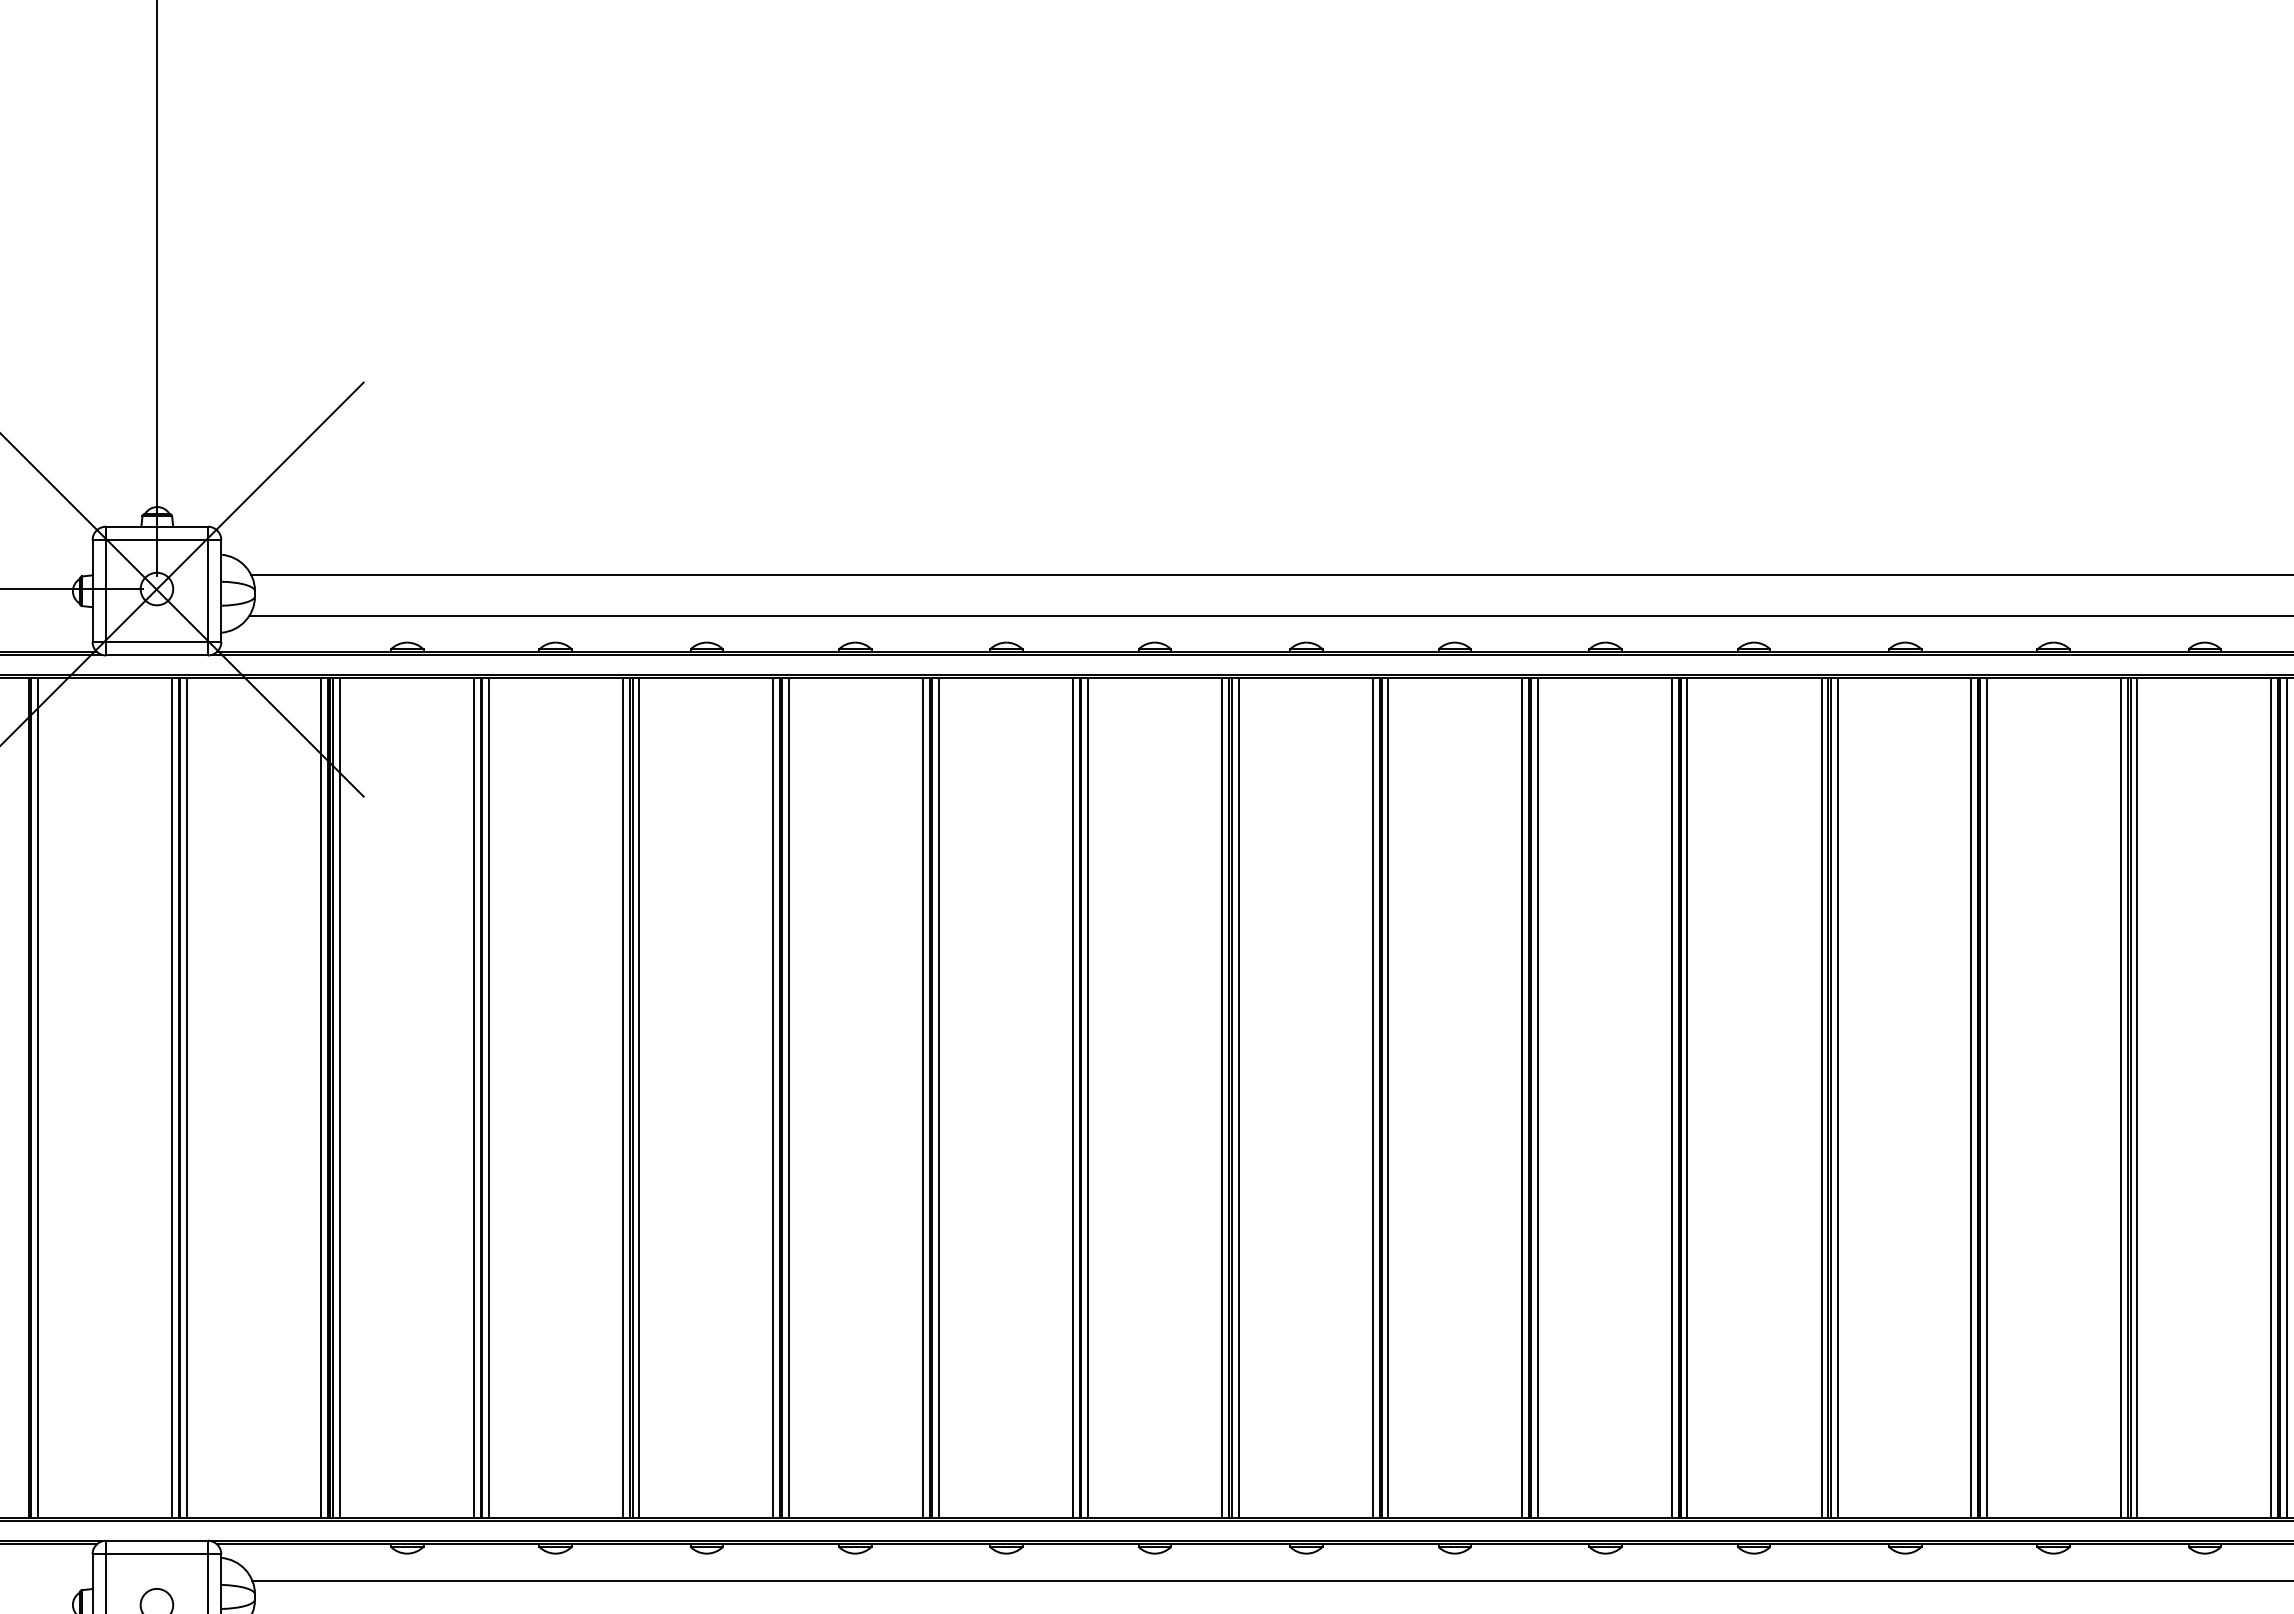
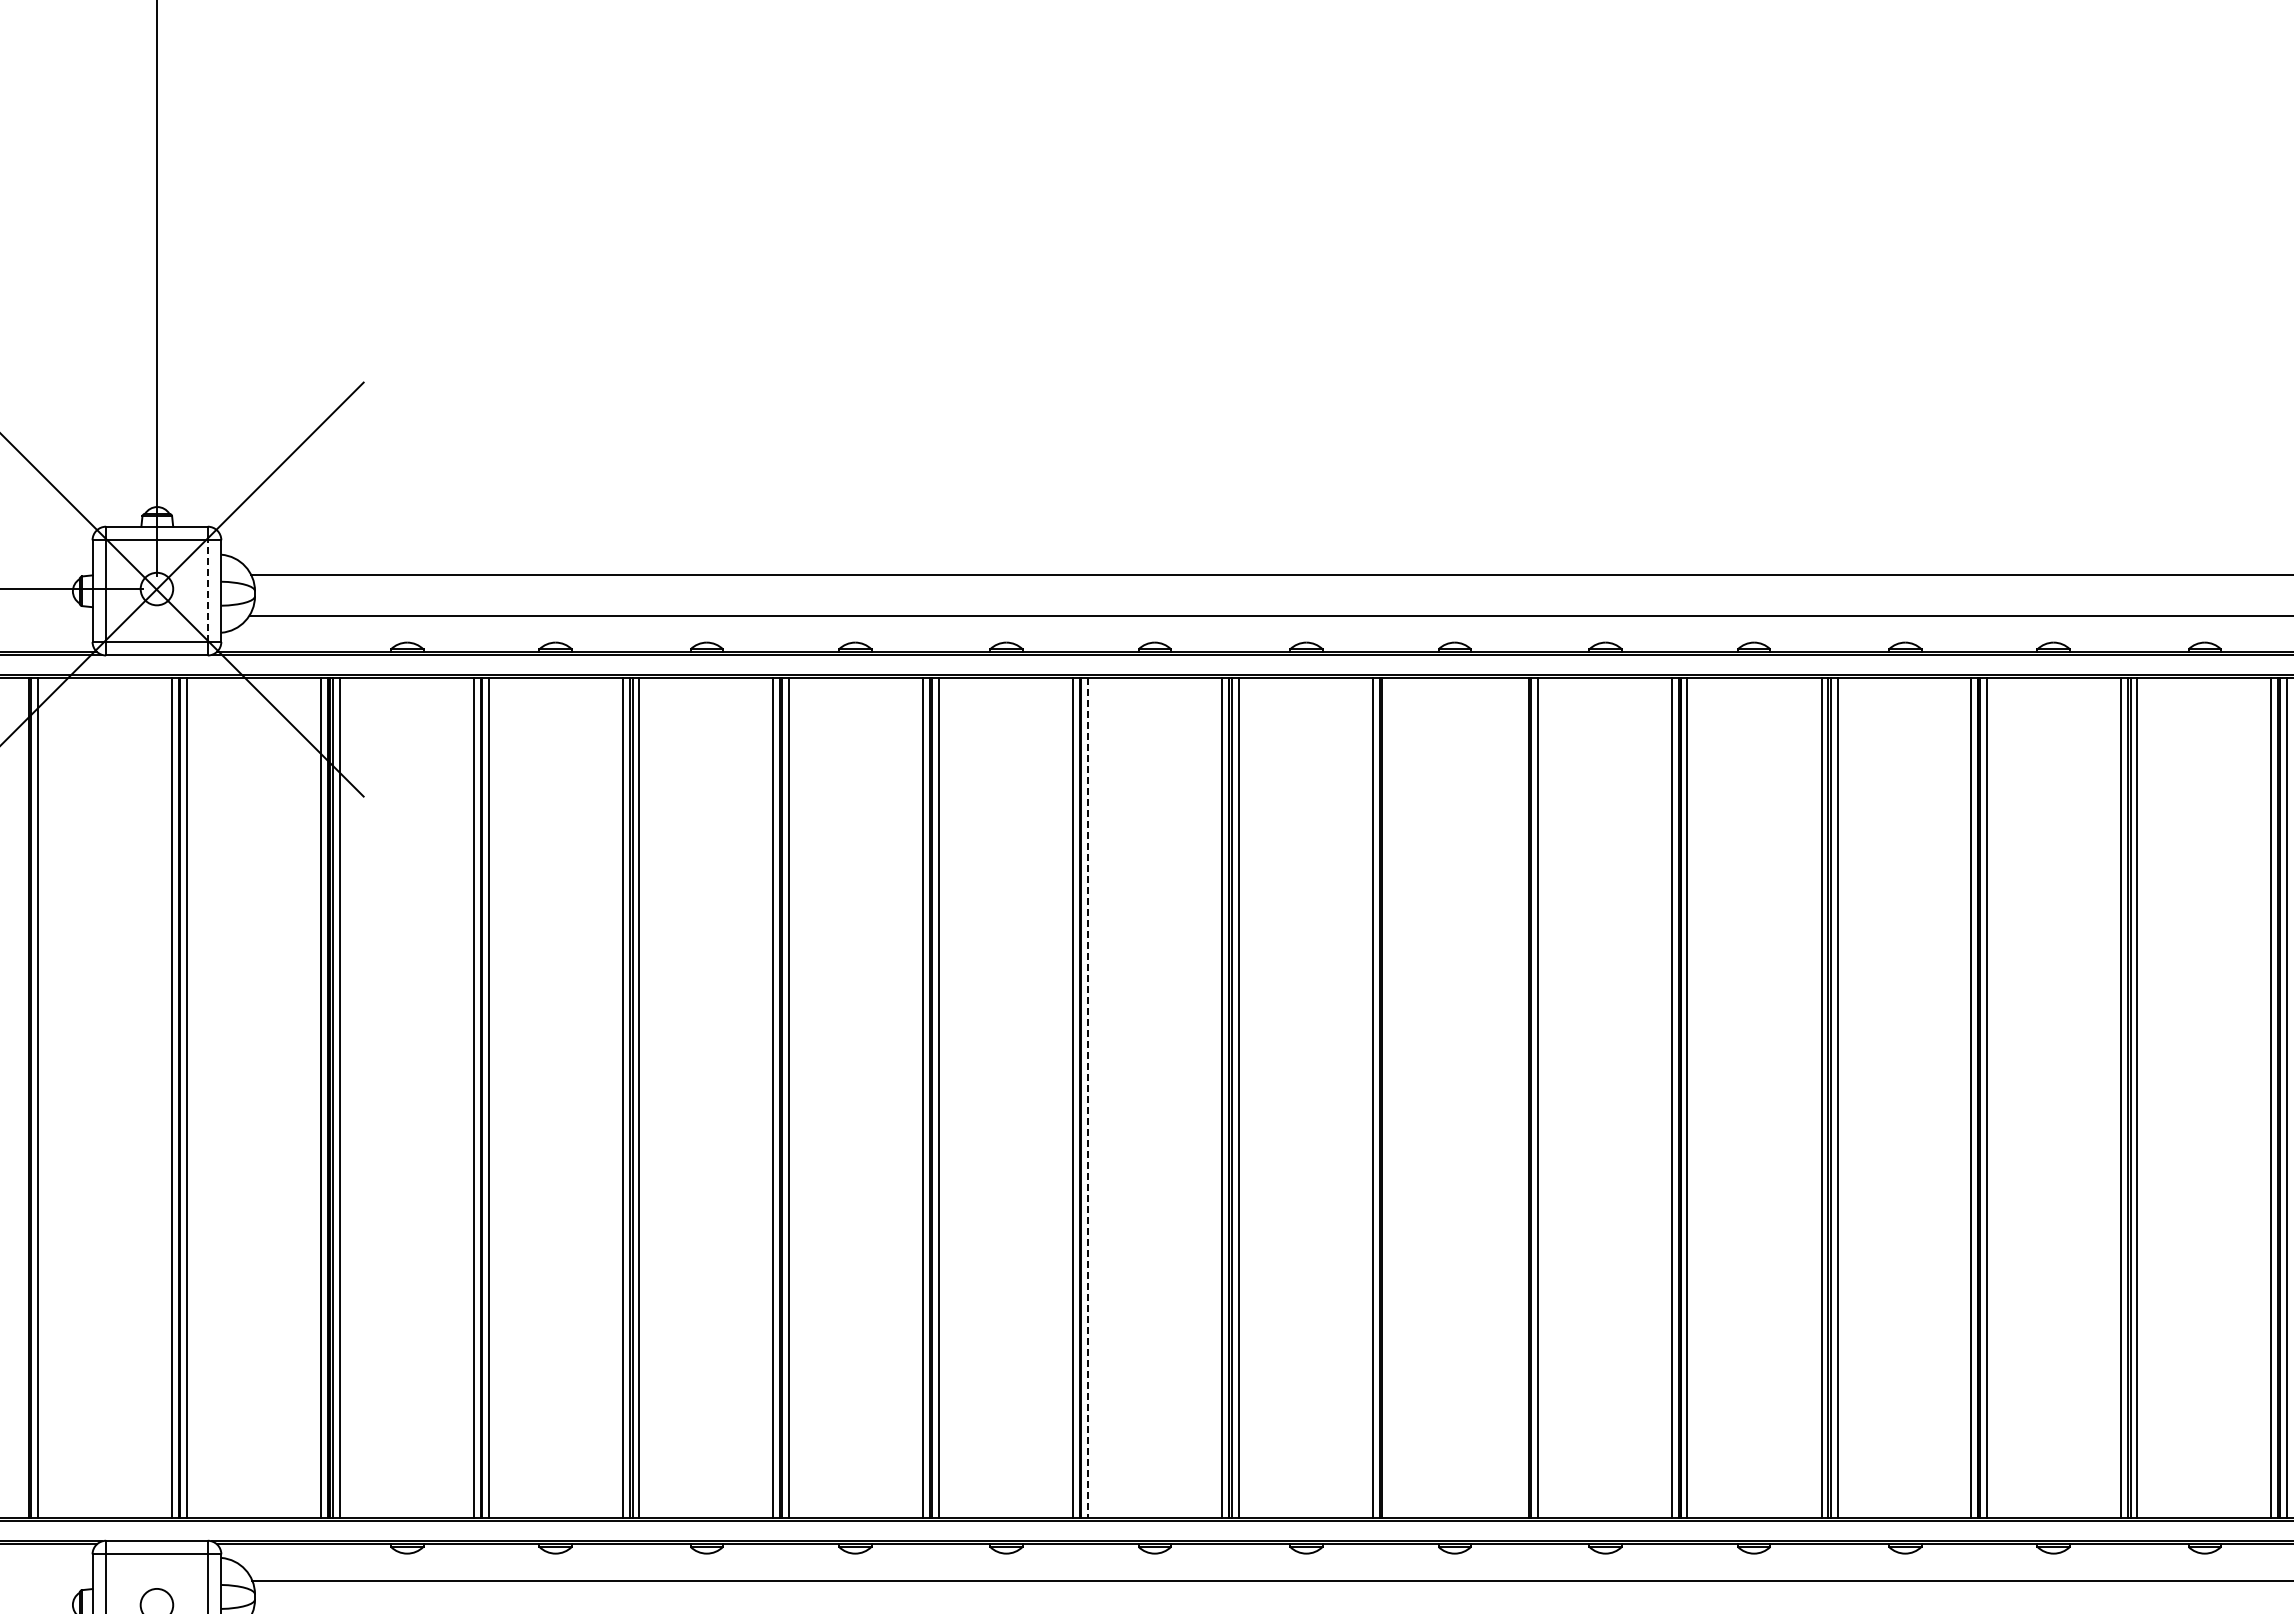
line at (207, 591): solid -> dashed
line at (1388, 1097): present -> none
line at (1521, 1097): present -> none
line at (1087, 1098): solid -> dashed
